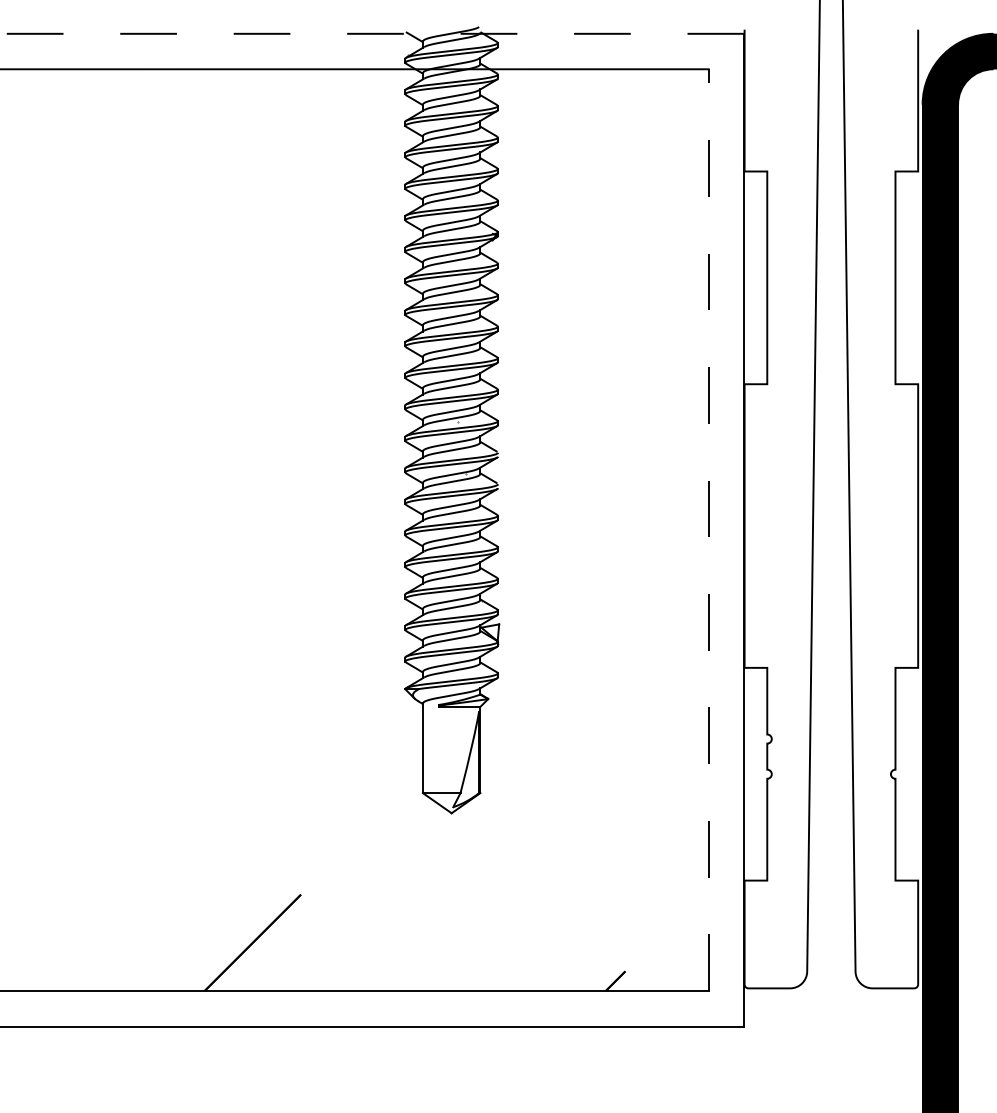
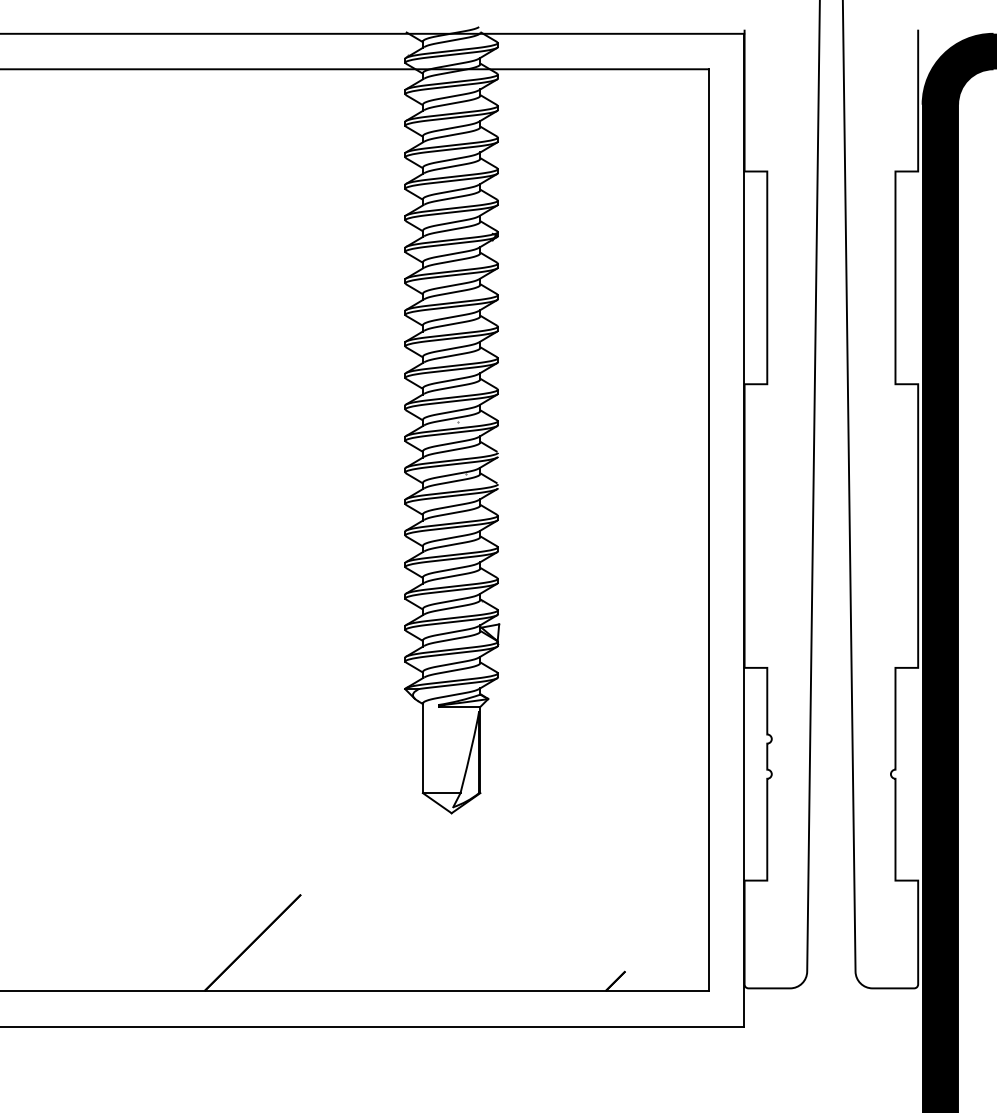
line at (372, 33): dashed -> solid
line at (708, 530): dashed -> solid
